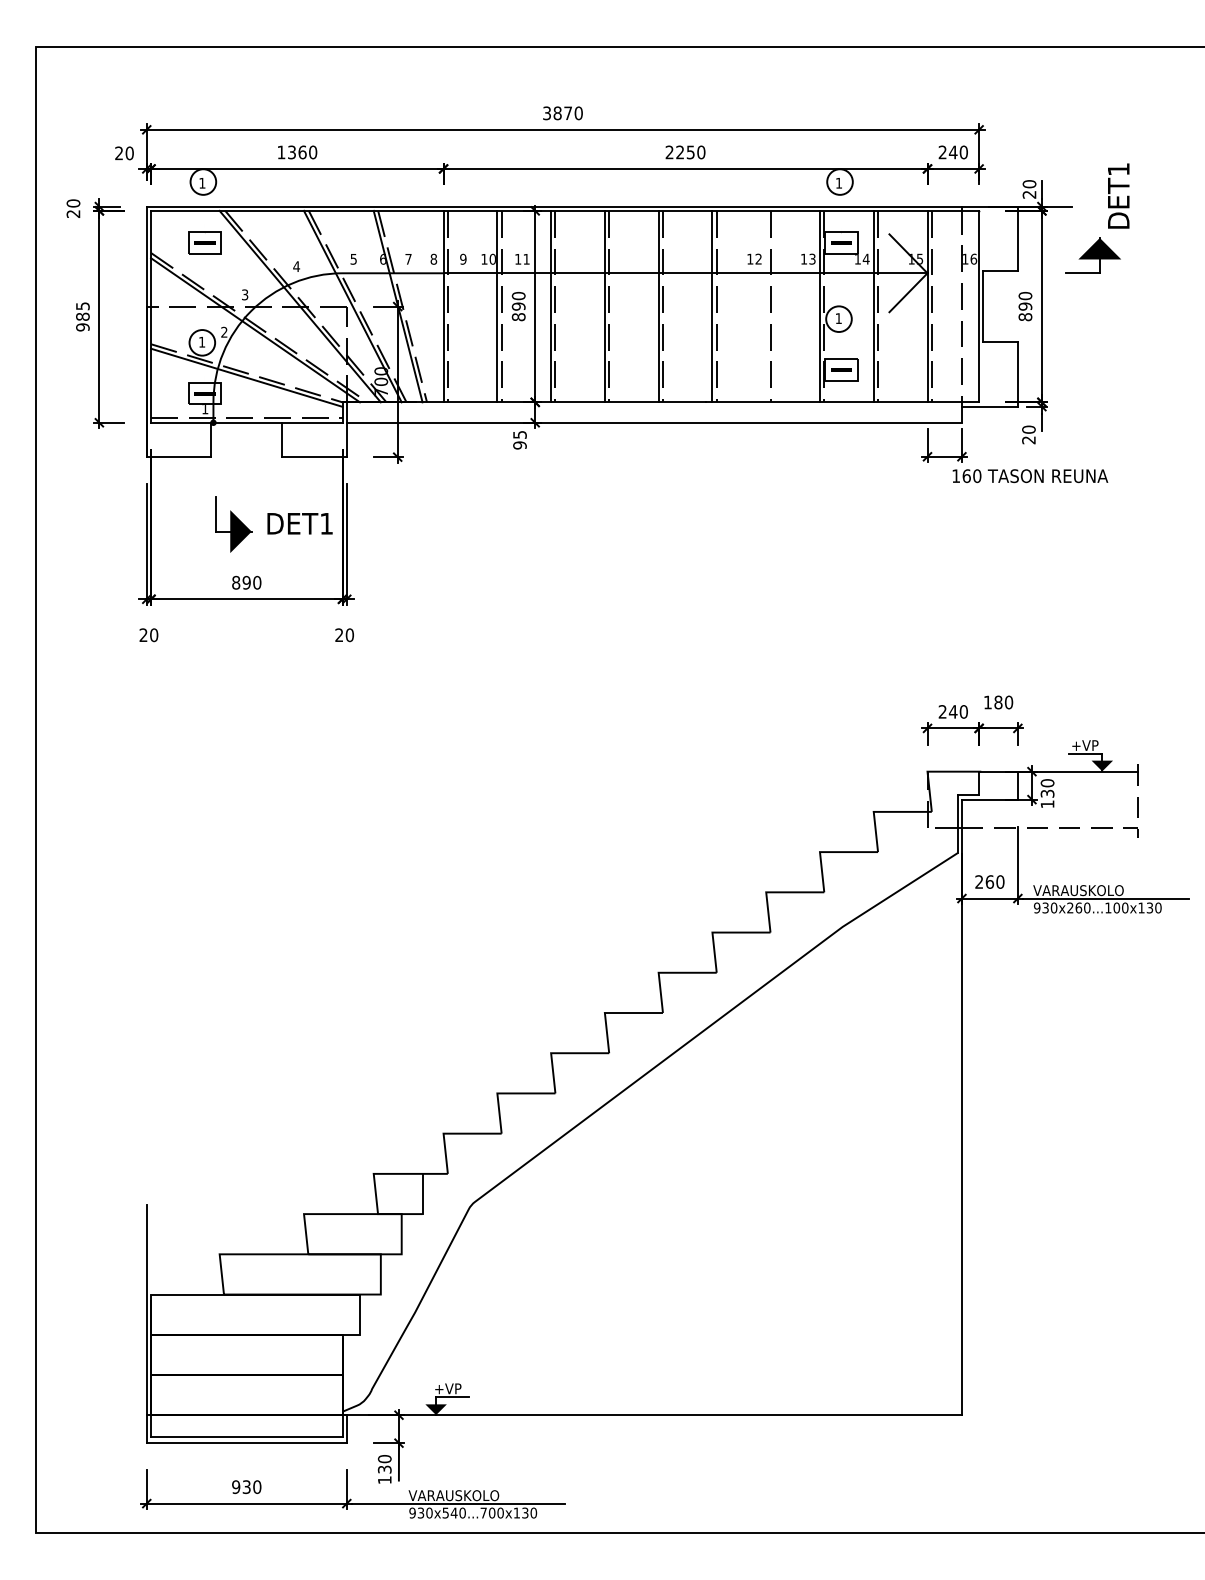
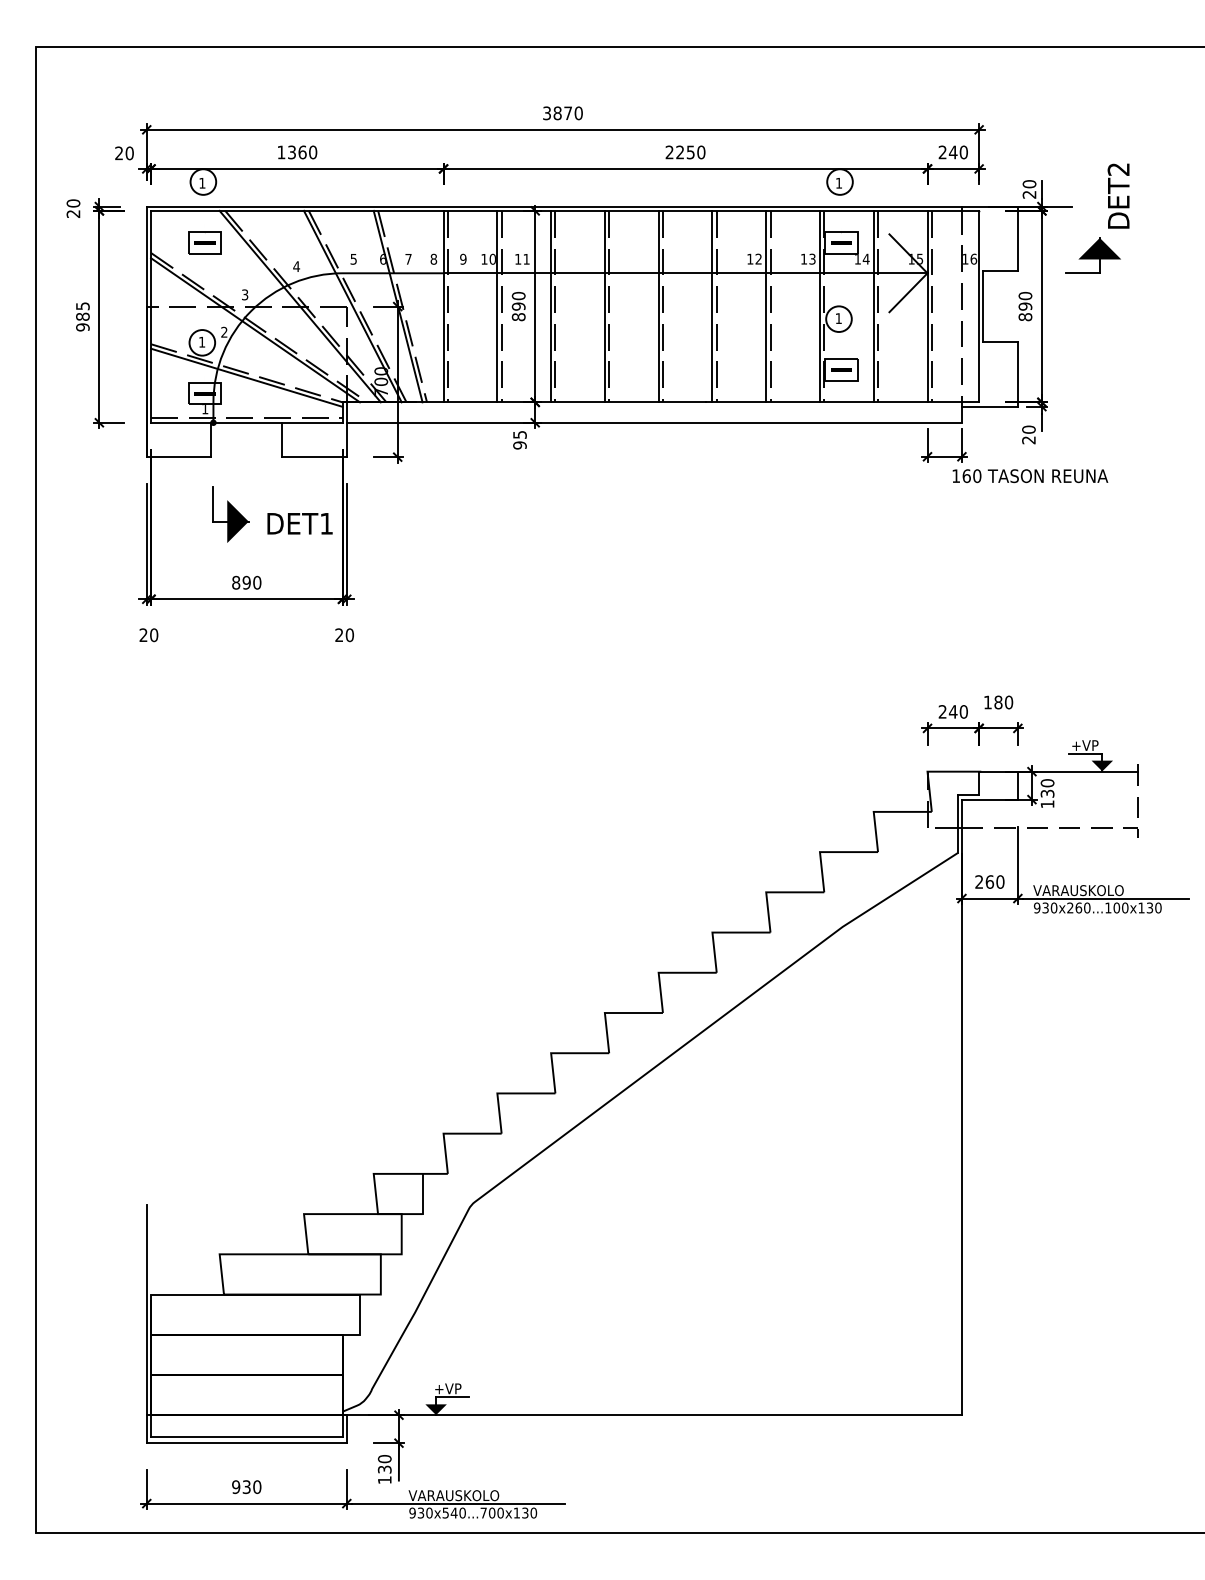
text at (1118, 169): DET1 -> DET2
line at (766, 306): none -> present
part at (233, 524) position: (233, 524) -> (230, 514)
